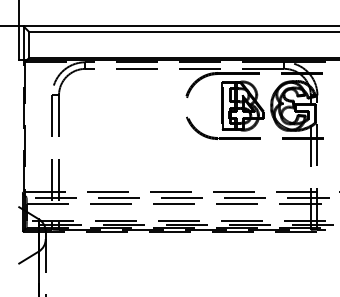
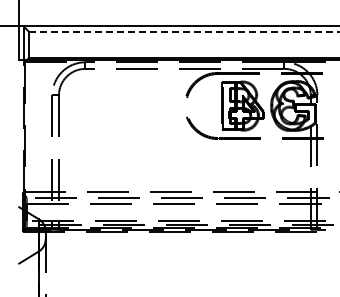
line at (184, 31): solid -> dashed
